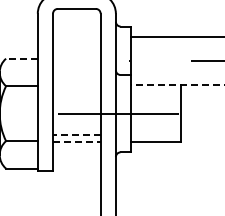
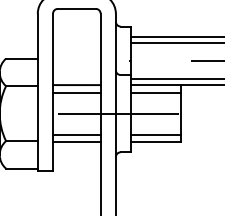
line at (176, 43): none -> present
line at (21, 58): dashed -> solid
line at (176, 79): none -> present
line at (76, 85): none -> present
line at (177, 85): dashed -> solid
line at (76, 92): none -> present
line at (155, 92): none -> present
line at (76, 134): dashed -> solid
line at (155, 134): none -> present
line at (76, 142): dashed -> solid
